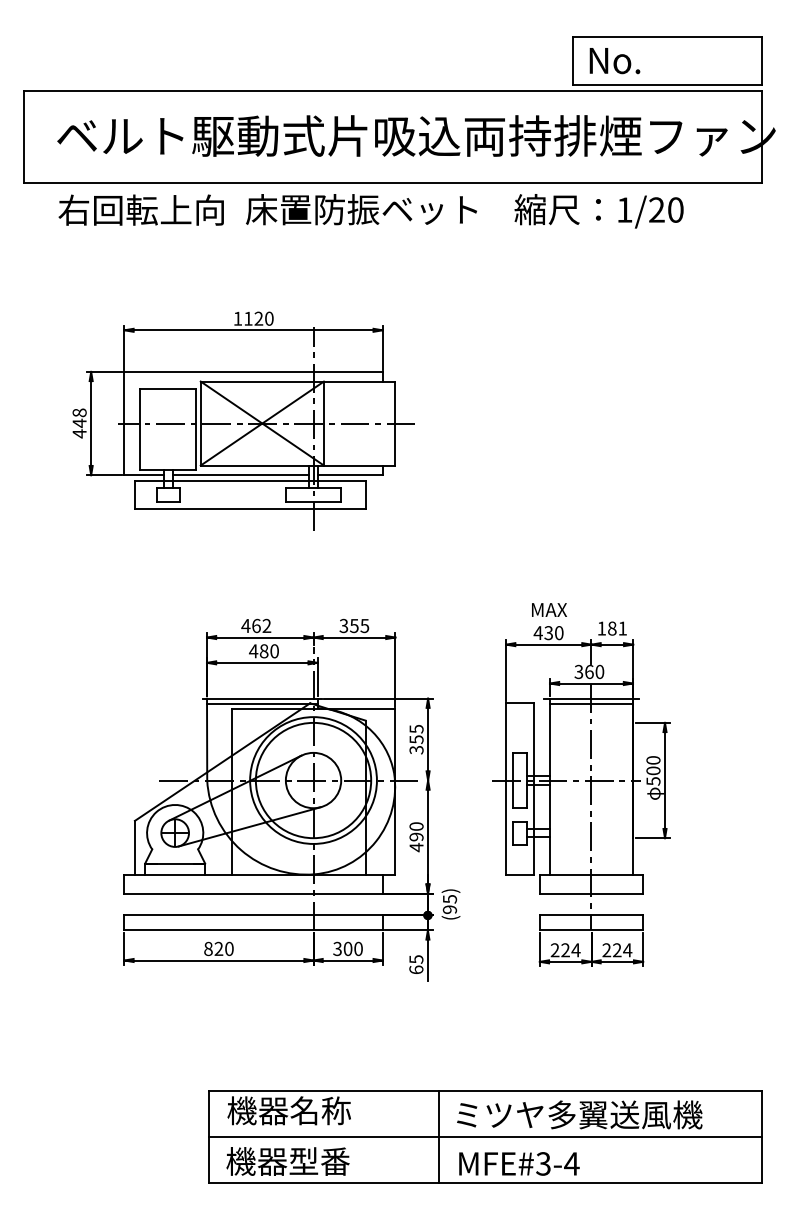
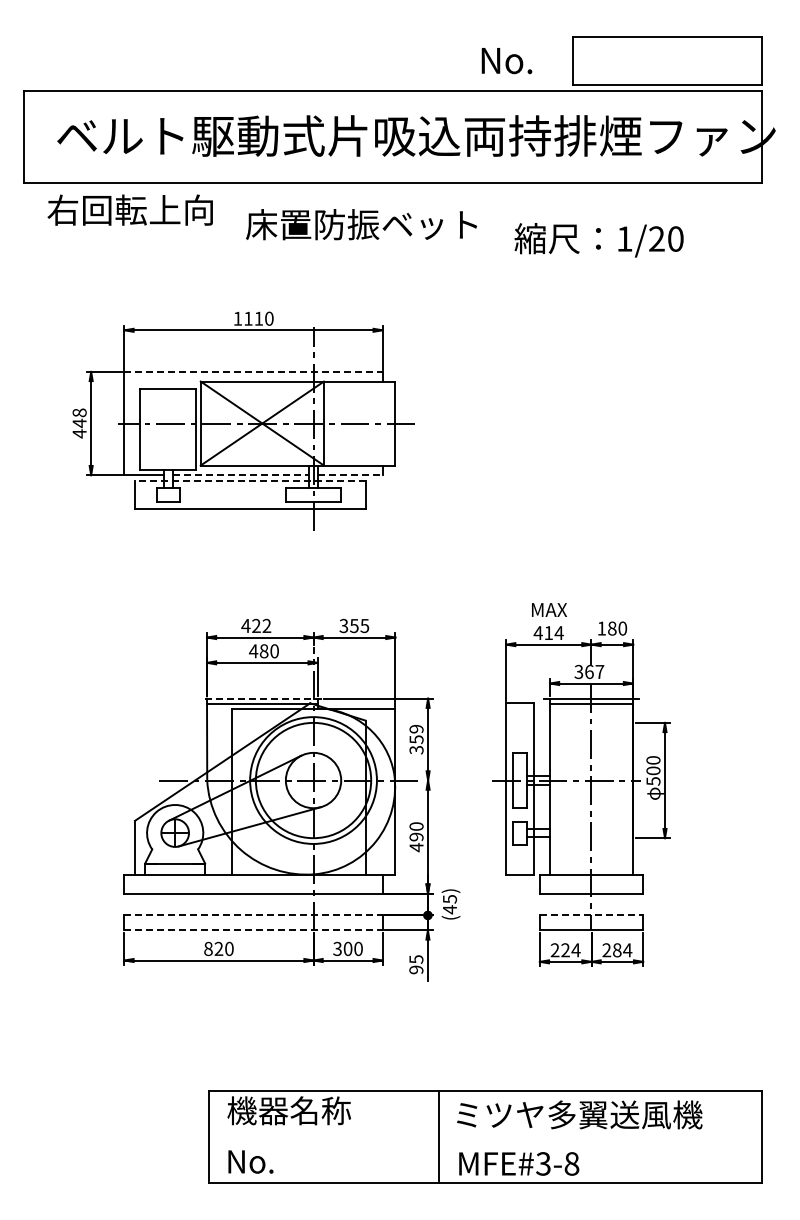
text at (614, 61) position: (614, 61) -> (506, 61)
text at (140, 209) position: (140, 209) -> (129, 209)
text at (361, 209) position: (361, 209) -> (361, 224)
text at (598, 211) position: (598, 211) -> (598, 240)
text at (258, 318): 1120 -> 1110
line at (254, 371): solid -> dashed
line at (241, 475): solid -> dashed
line at (350, 475): solid -> dashed
line at (249, 481): solid -> dashed
text at (256, 625): 462 -> 422
text at (622, 628): 181 -> 180
text at (553, 633): 430 -> 414
text at (599, 671): 360 -> 367
line at (261, 698): solid -> dashed
text at (416, 729): 355 -> 359
text at (449, 909): (95) -> (45)
line at (254, 915): solid -> dashed
line at (591, 915): solid -> dashed
line at (254, 930): solid -> dashed
text at (617, 950): 224 -> 284
text at (416, 969): 65 -> 95
line at (484, 1137): present -> none
text at (287, 1161): 機器型番 -> No.
text at (571, 1163): MFE#3-4 -> MFE#3-8
